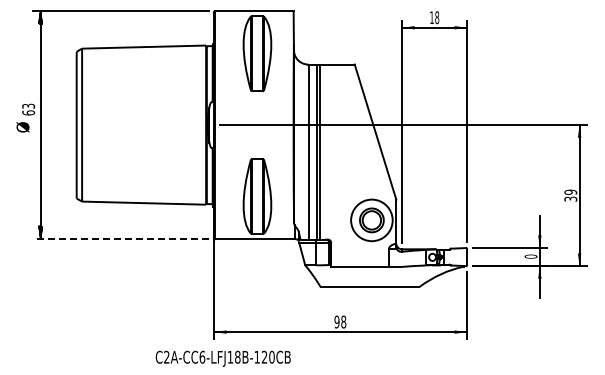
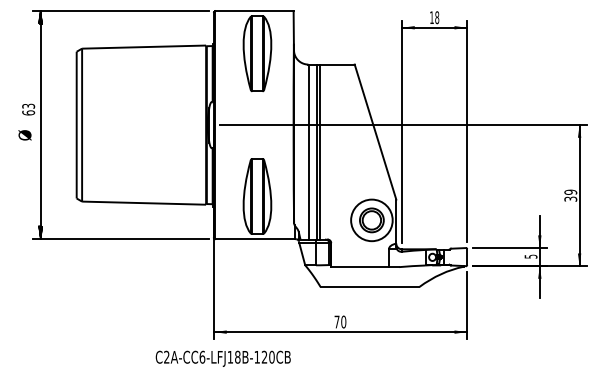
text at (22, 127) position: (22, 127) -> (24, 135)
line at (120, 239): dashed -> solid
text at (530, 256): 0 -> 5
text at (340, 321): 98 -> 70
